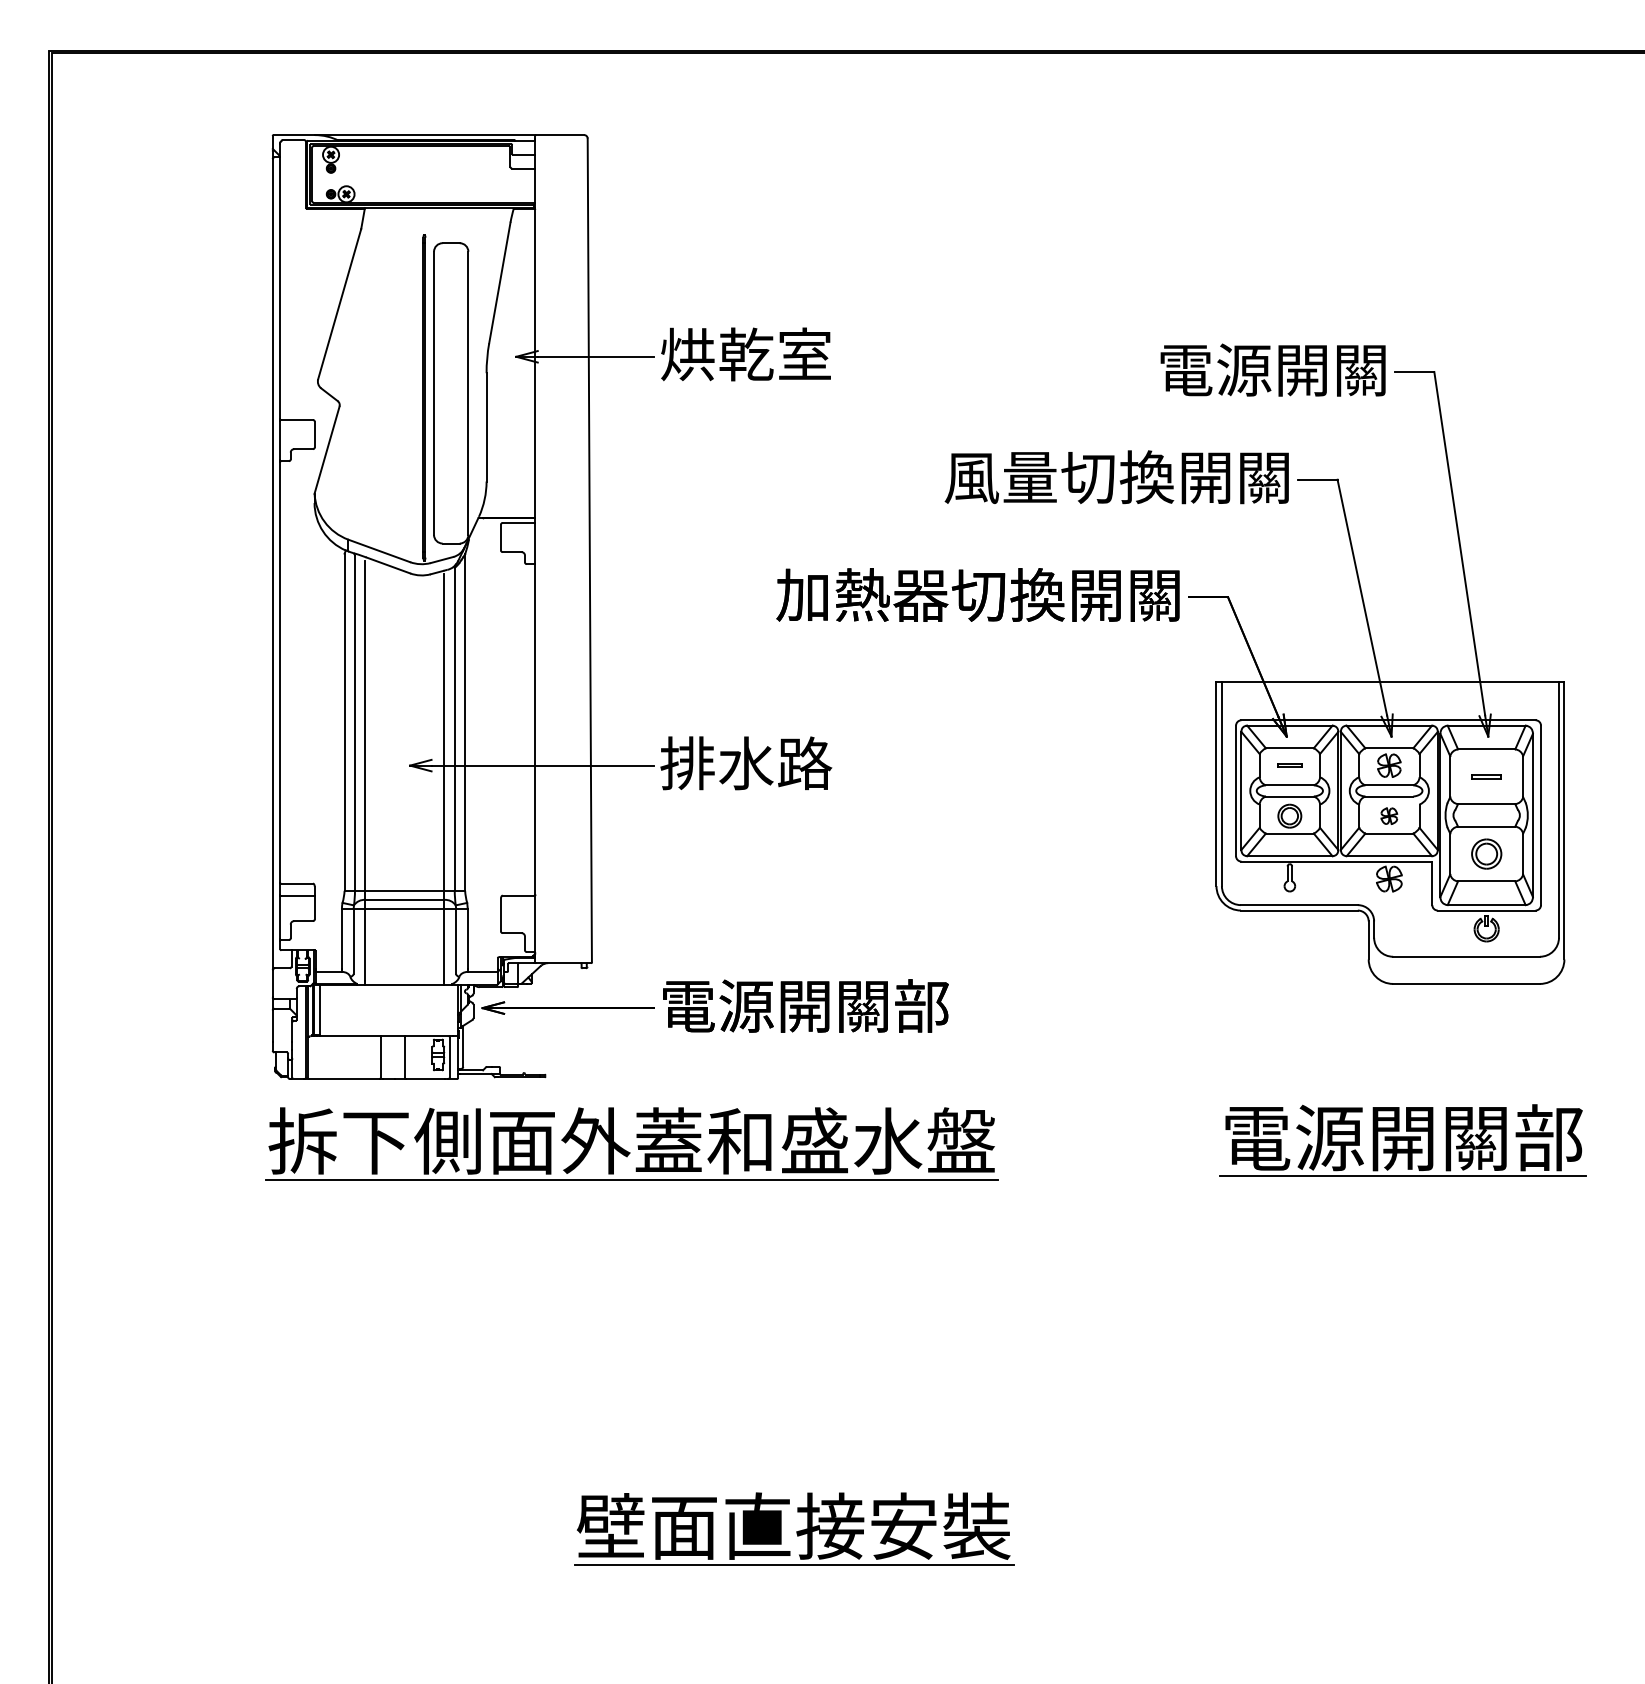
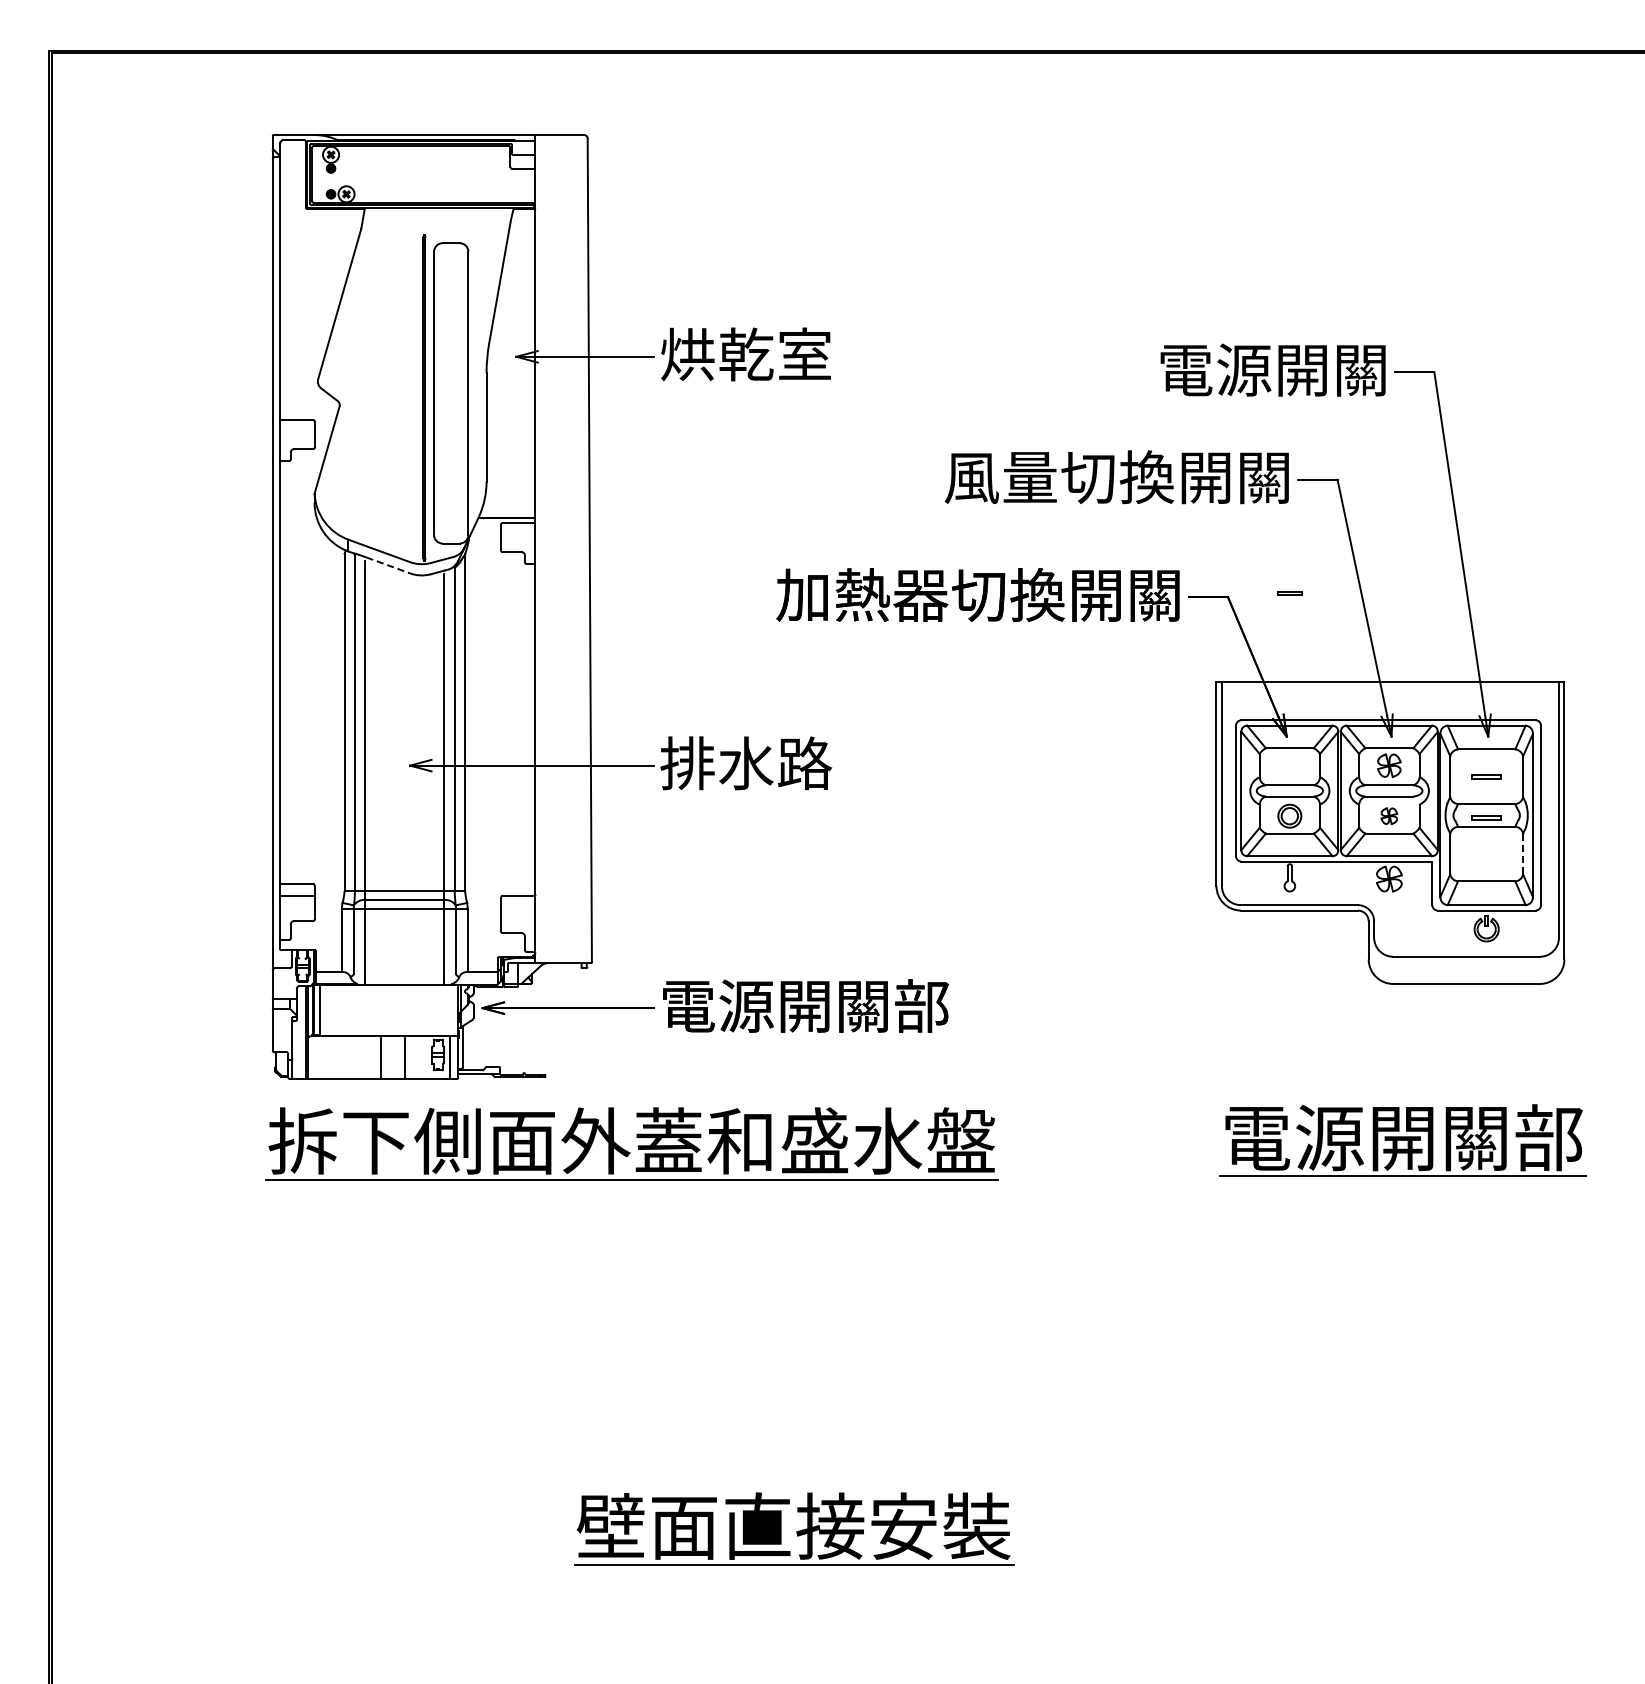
line at (388, 565): solid -> dashed
line at (1289, 764) position: (1289, 764) -> (1289, 592)
part at (1486, 817): none -> present
part at (1486, 853): present -> none
line at (1523, 854): solid -> dashed
